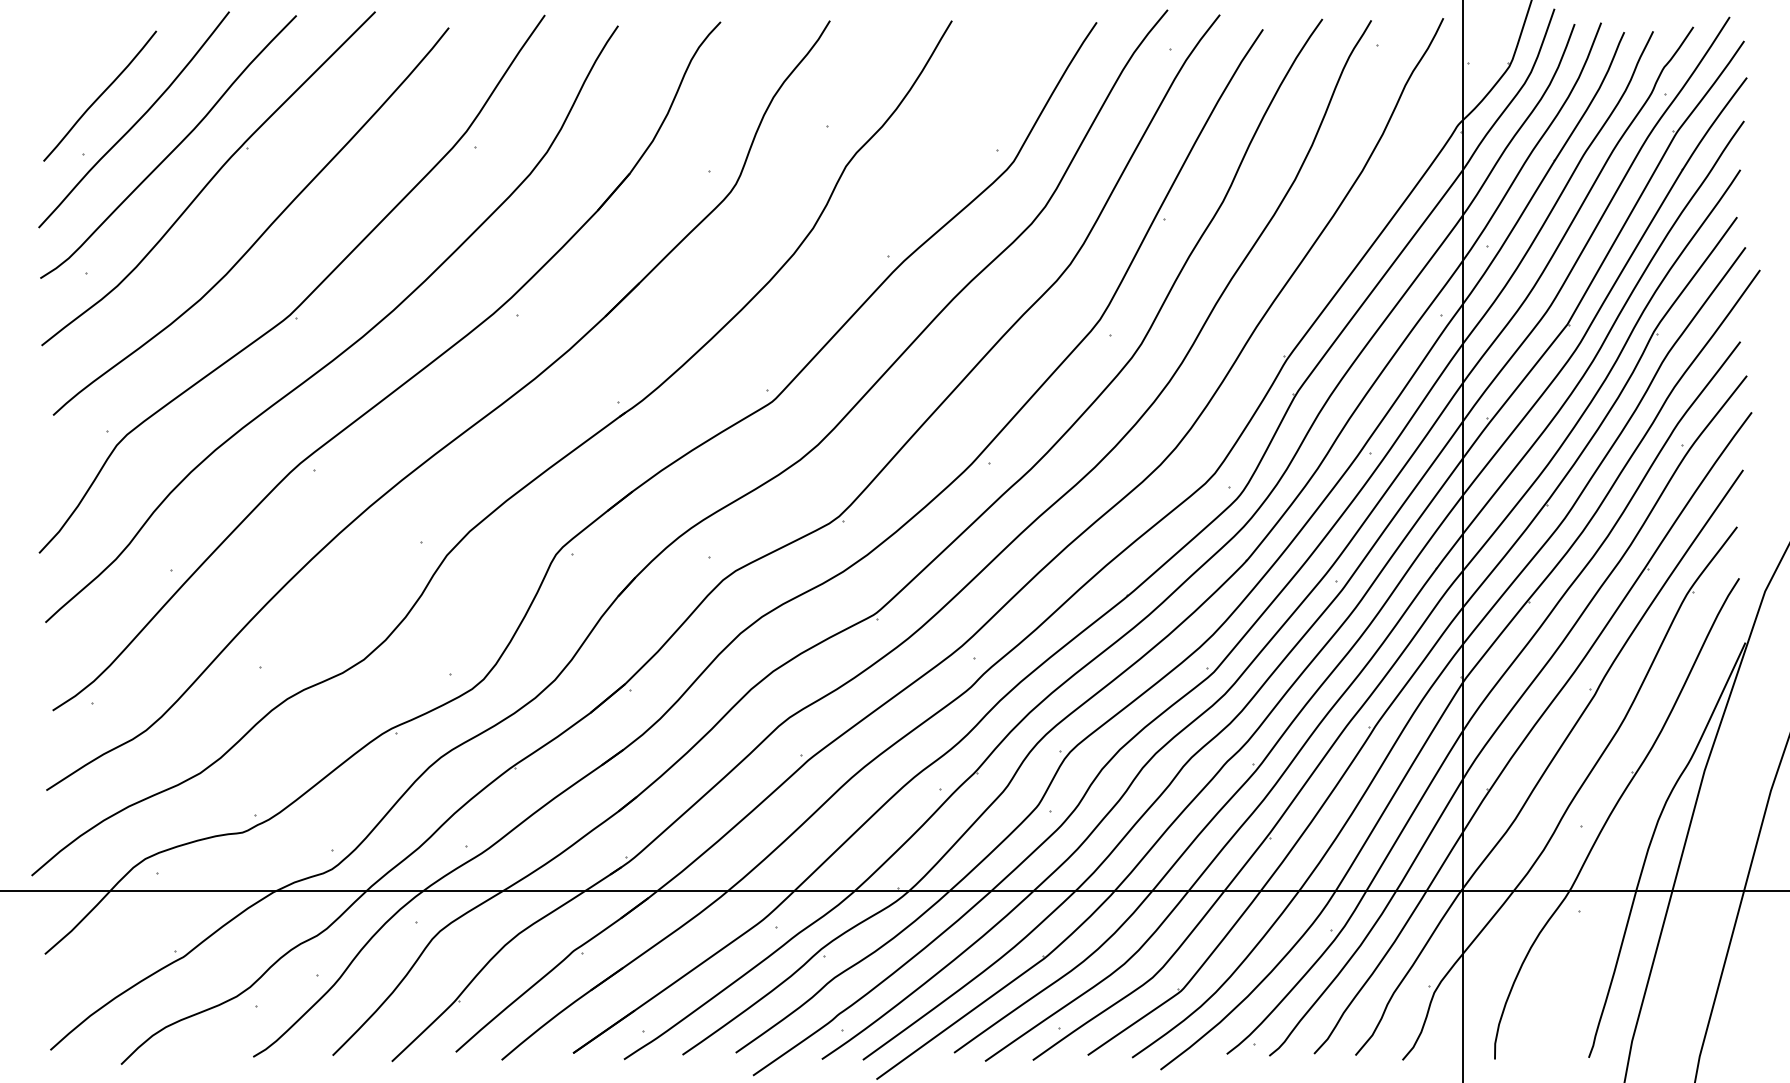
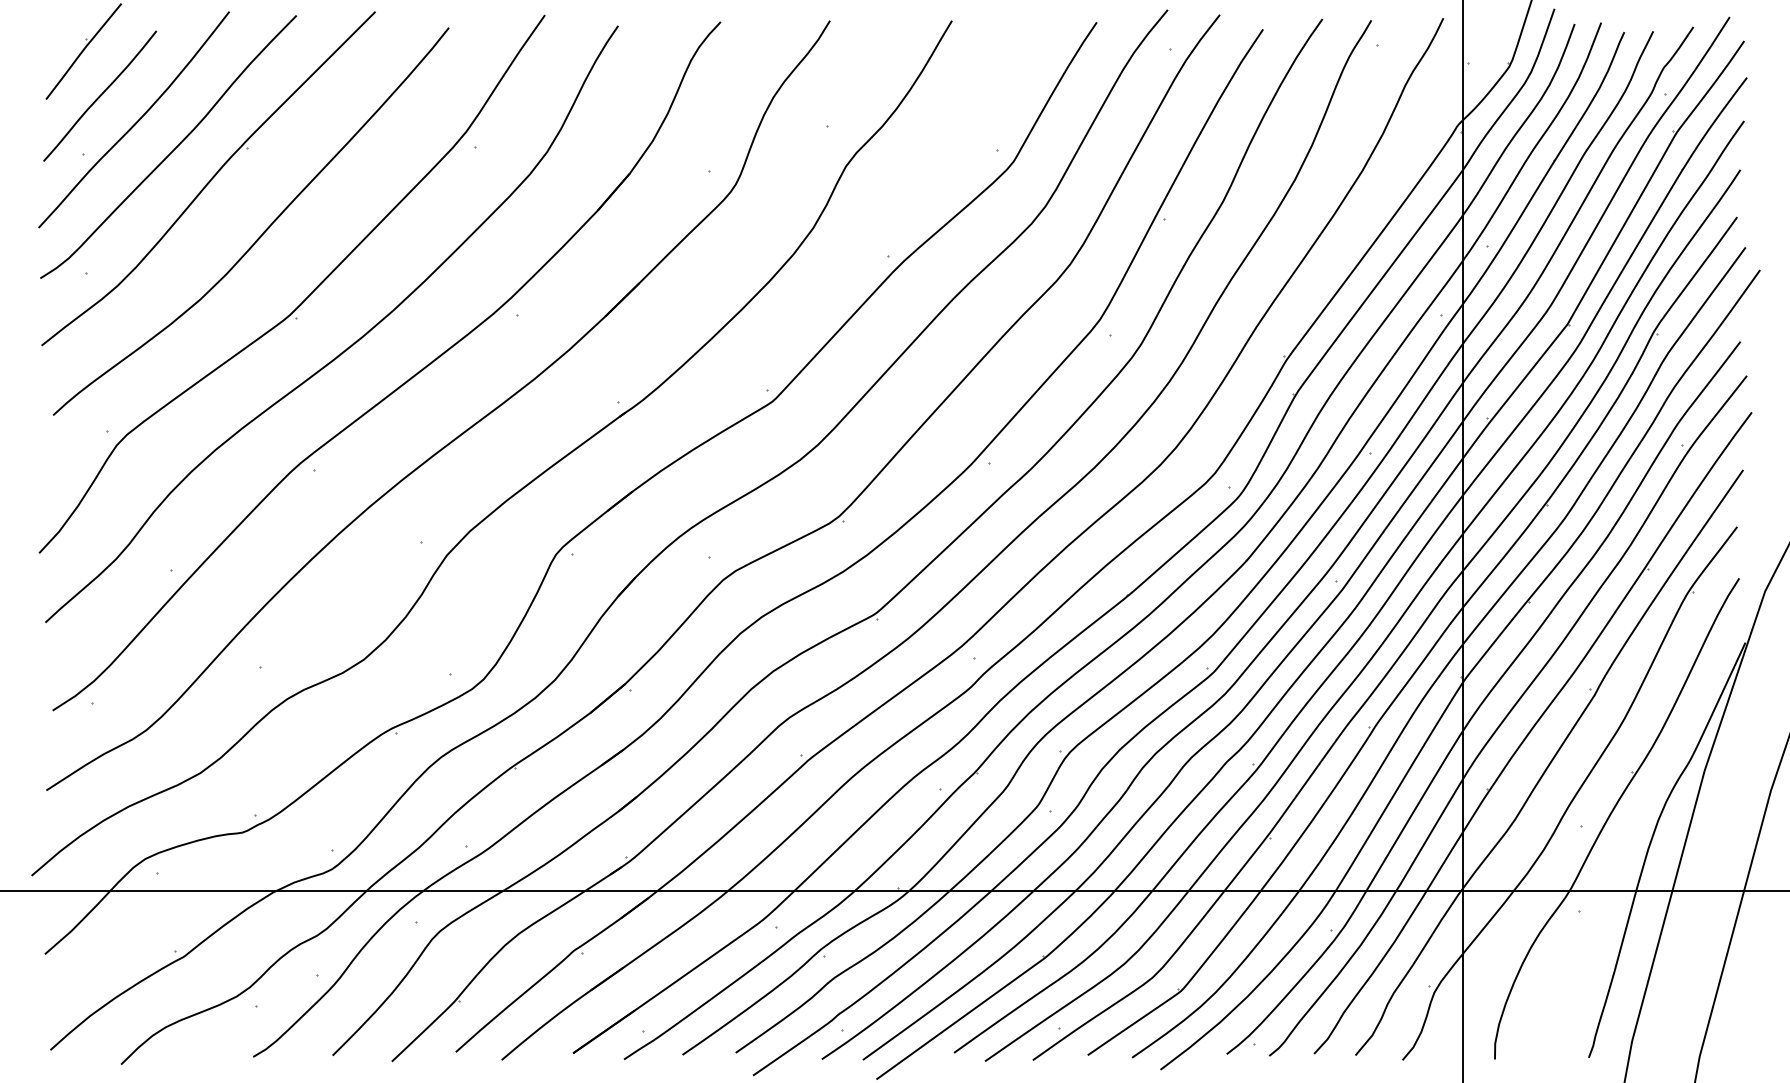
part at (83, 51): none -> present
